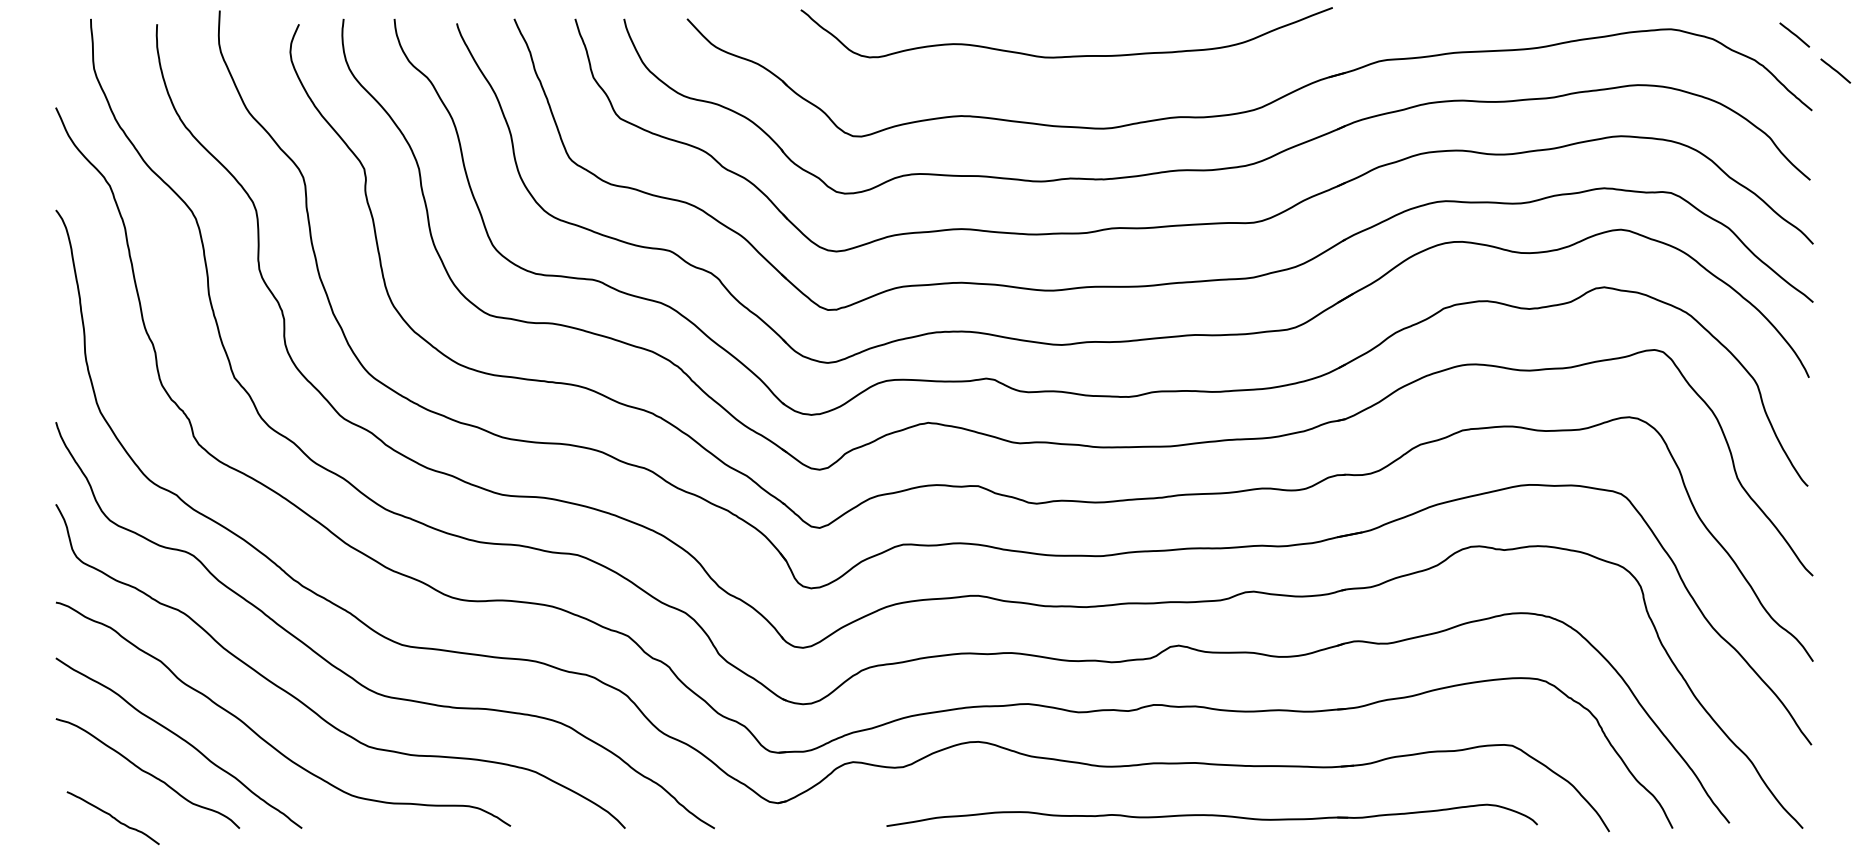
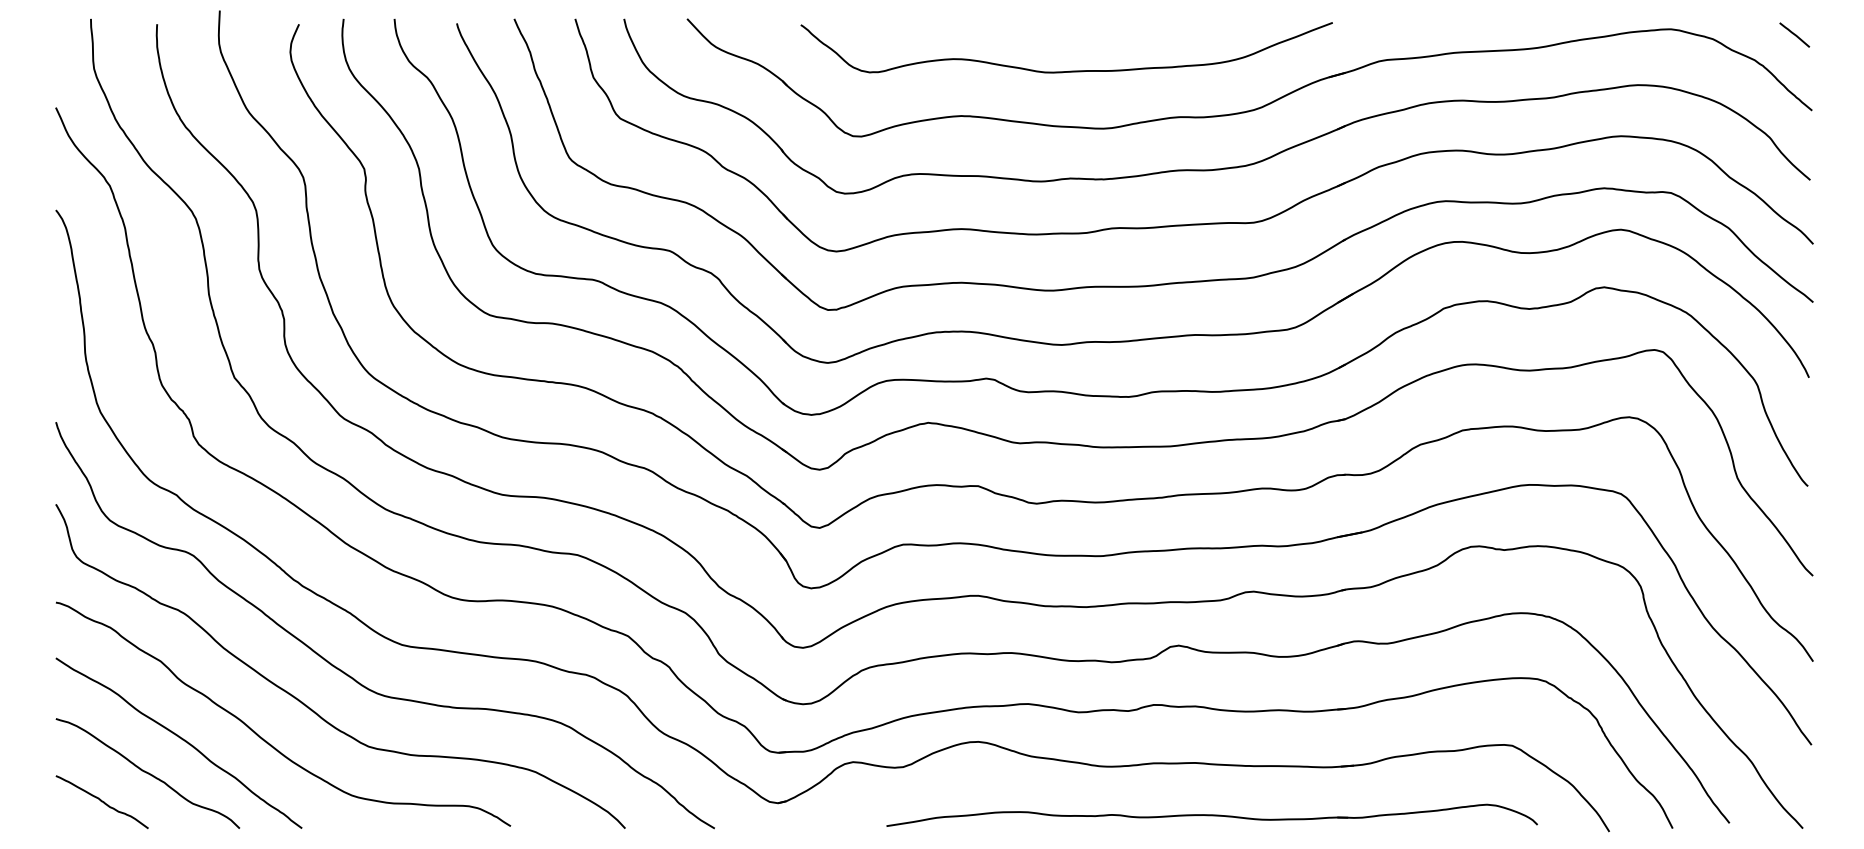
curve at (1069, 55) position: (1069, 55) -> (1069, 70)
line at (1835, 70): present -> none
curve at (112, 818) position: (112, 818) -> (101, 802)
